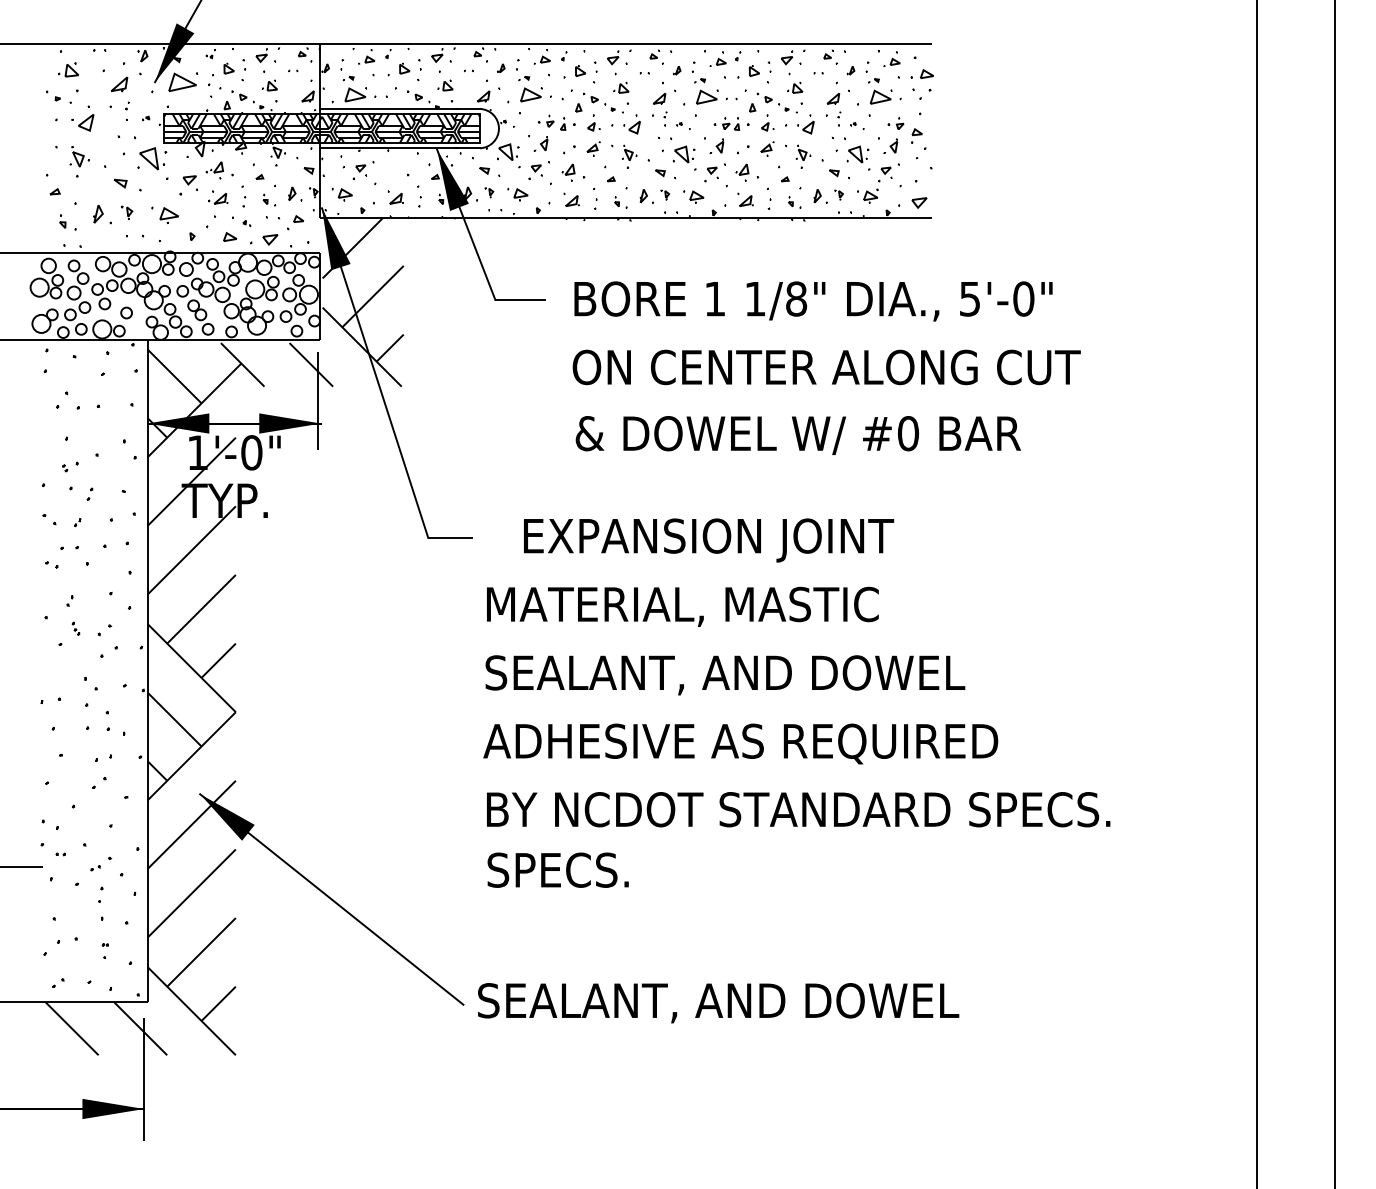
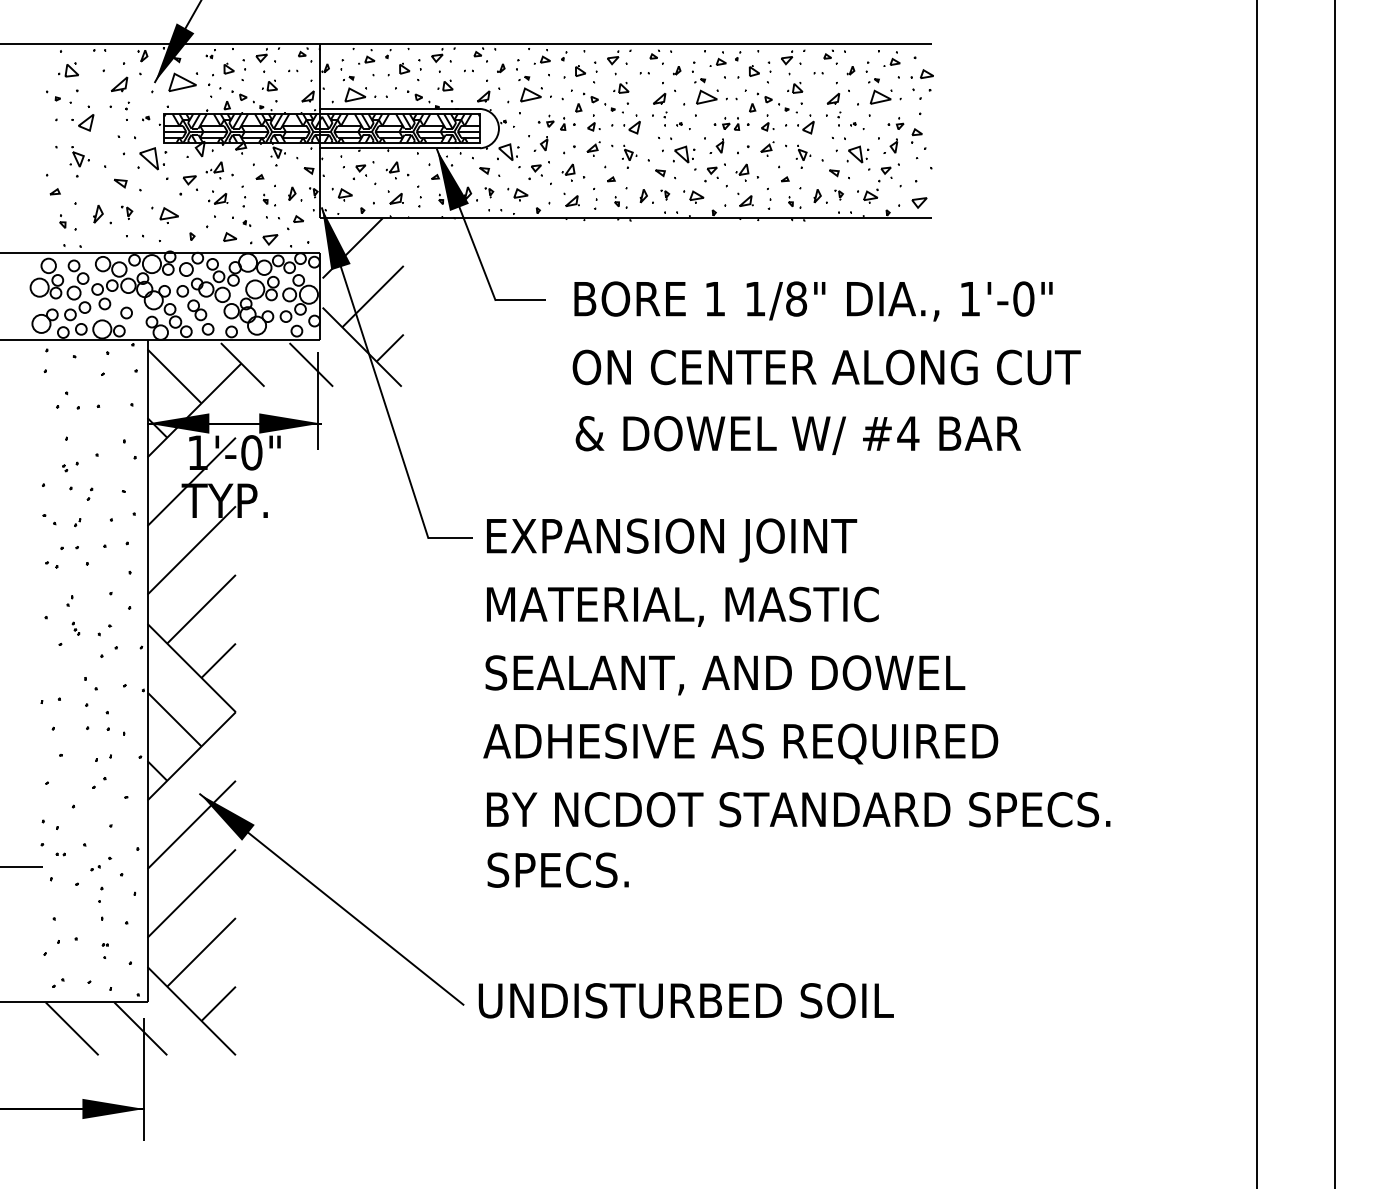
part at (392, 170): none -> present
text at (969, 299): 5'-0" -> 1'-0"
text at (908, 433): #0 -> #4
text at (709, 540) position: (709, 540) -> (672, 540)
text at (718, 1003): SEALANT, AND DOWEL -> UNDISTURBED SOIL
